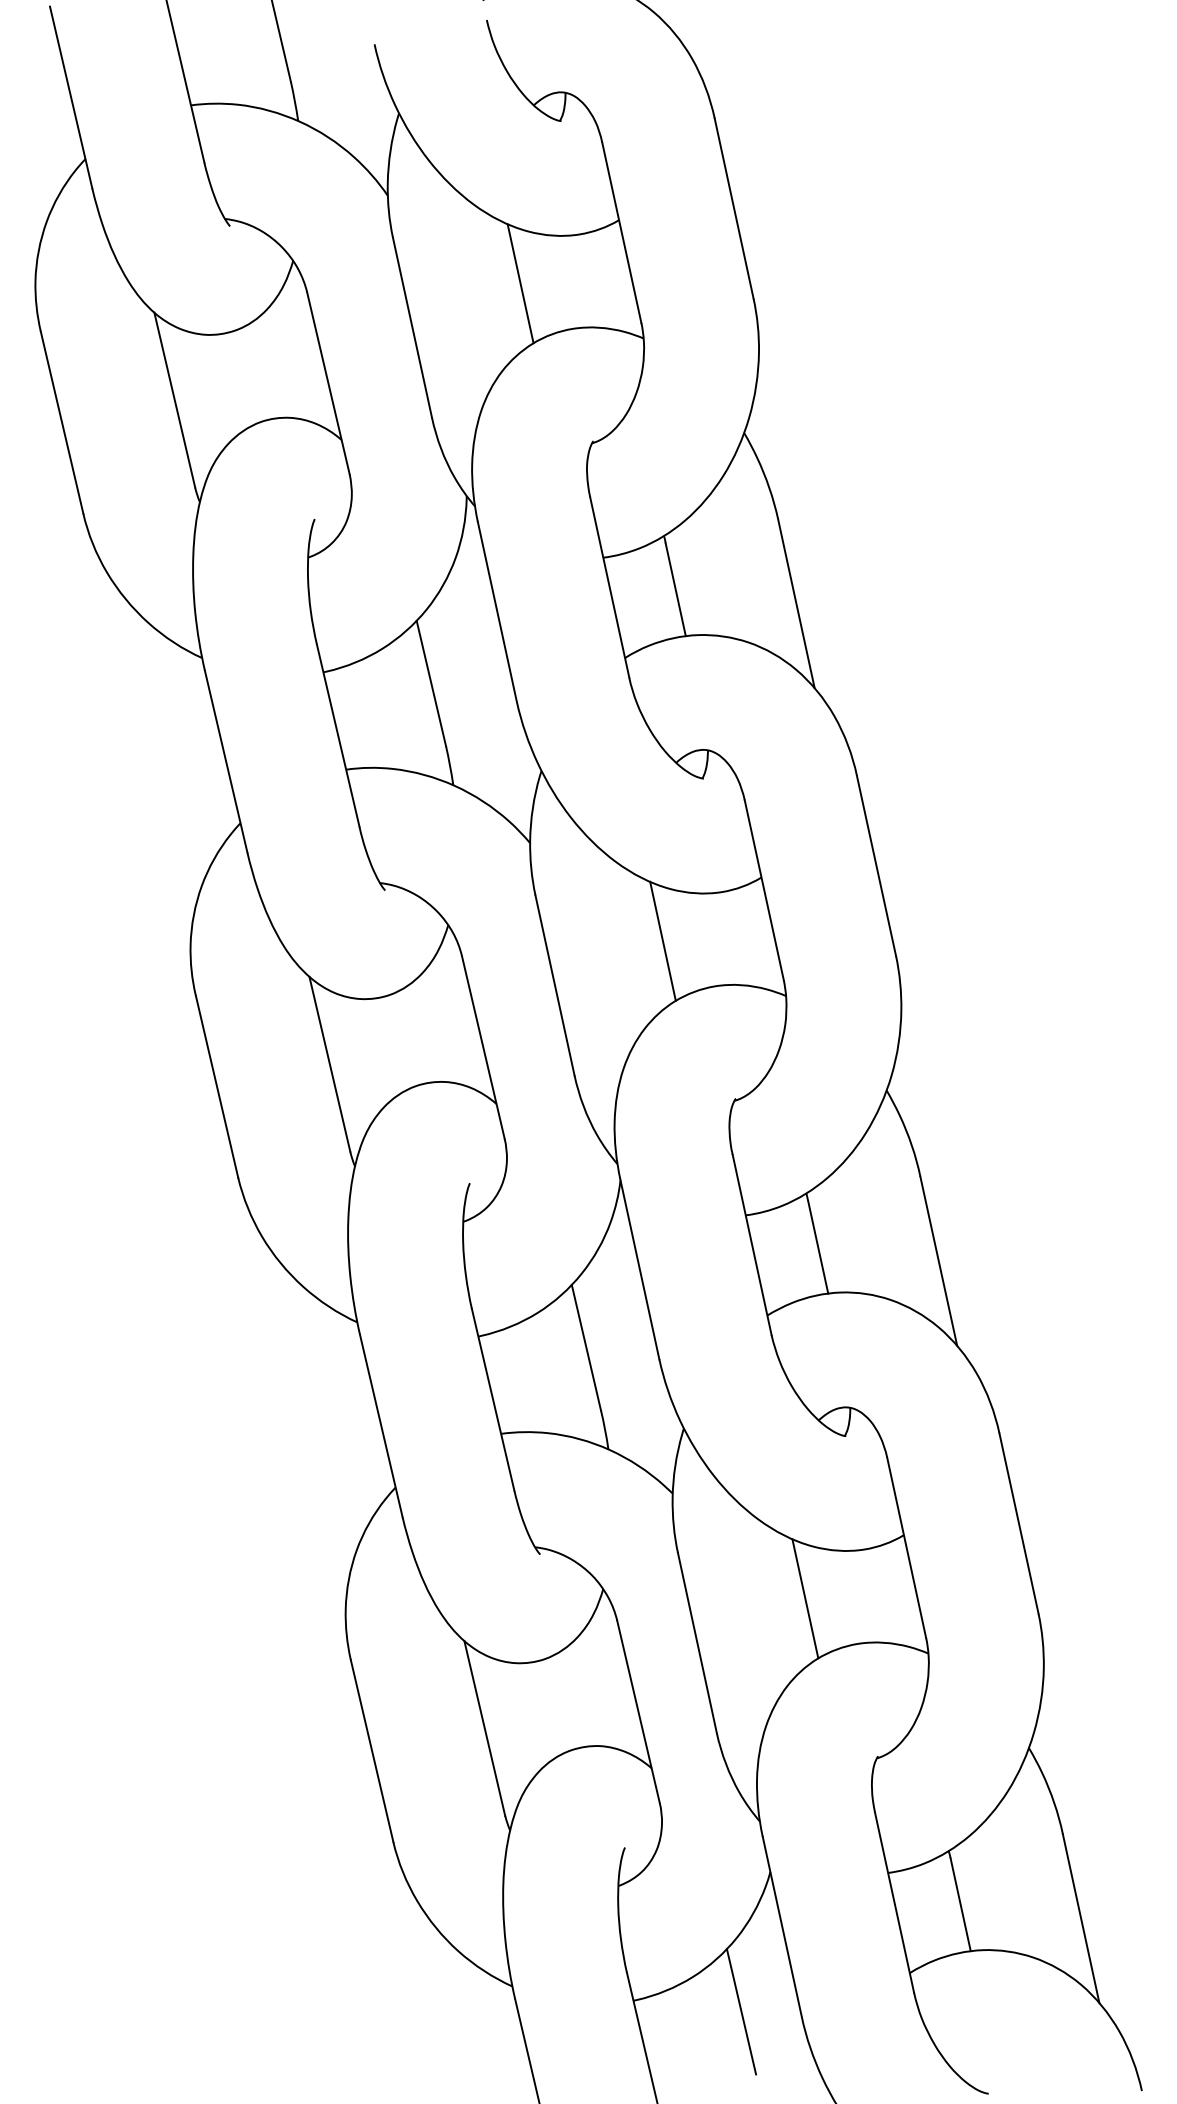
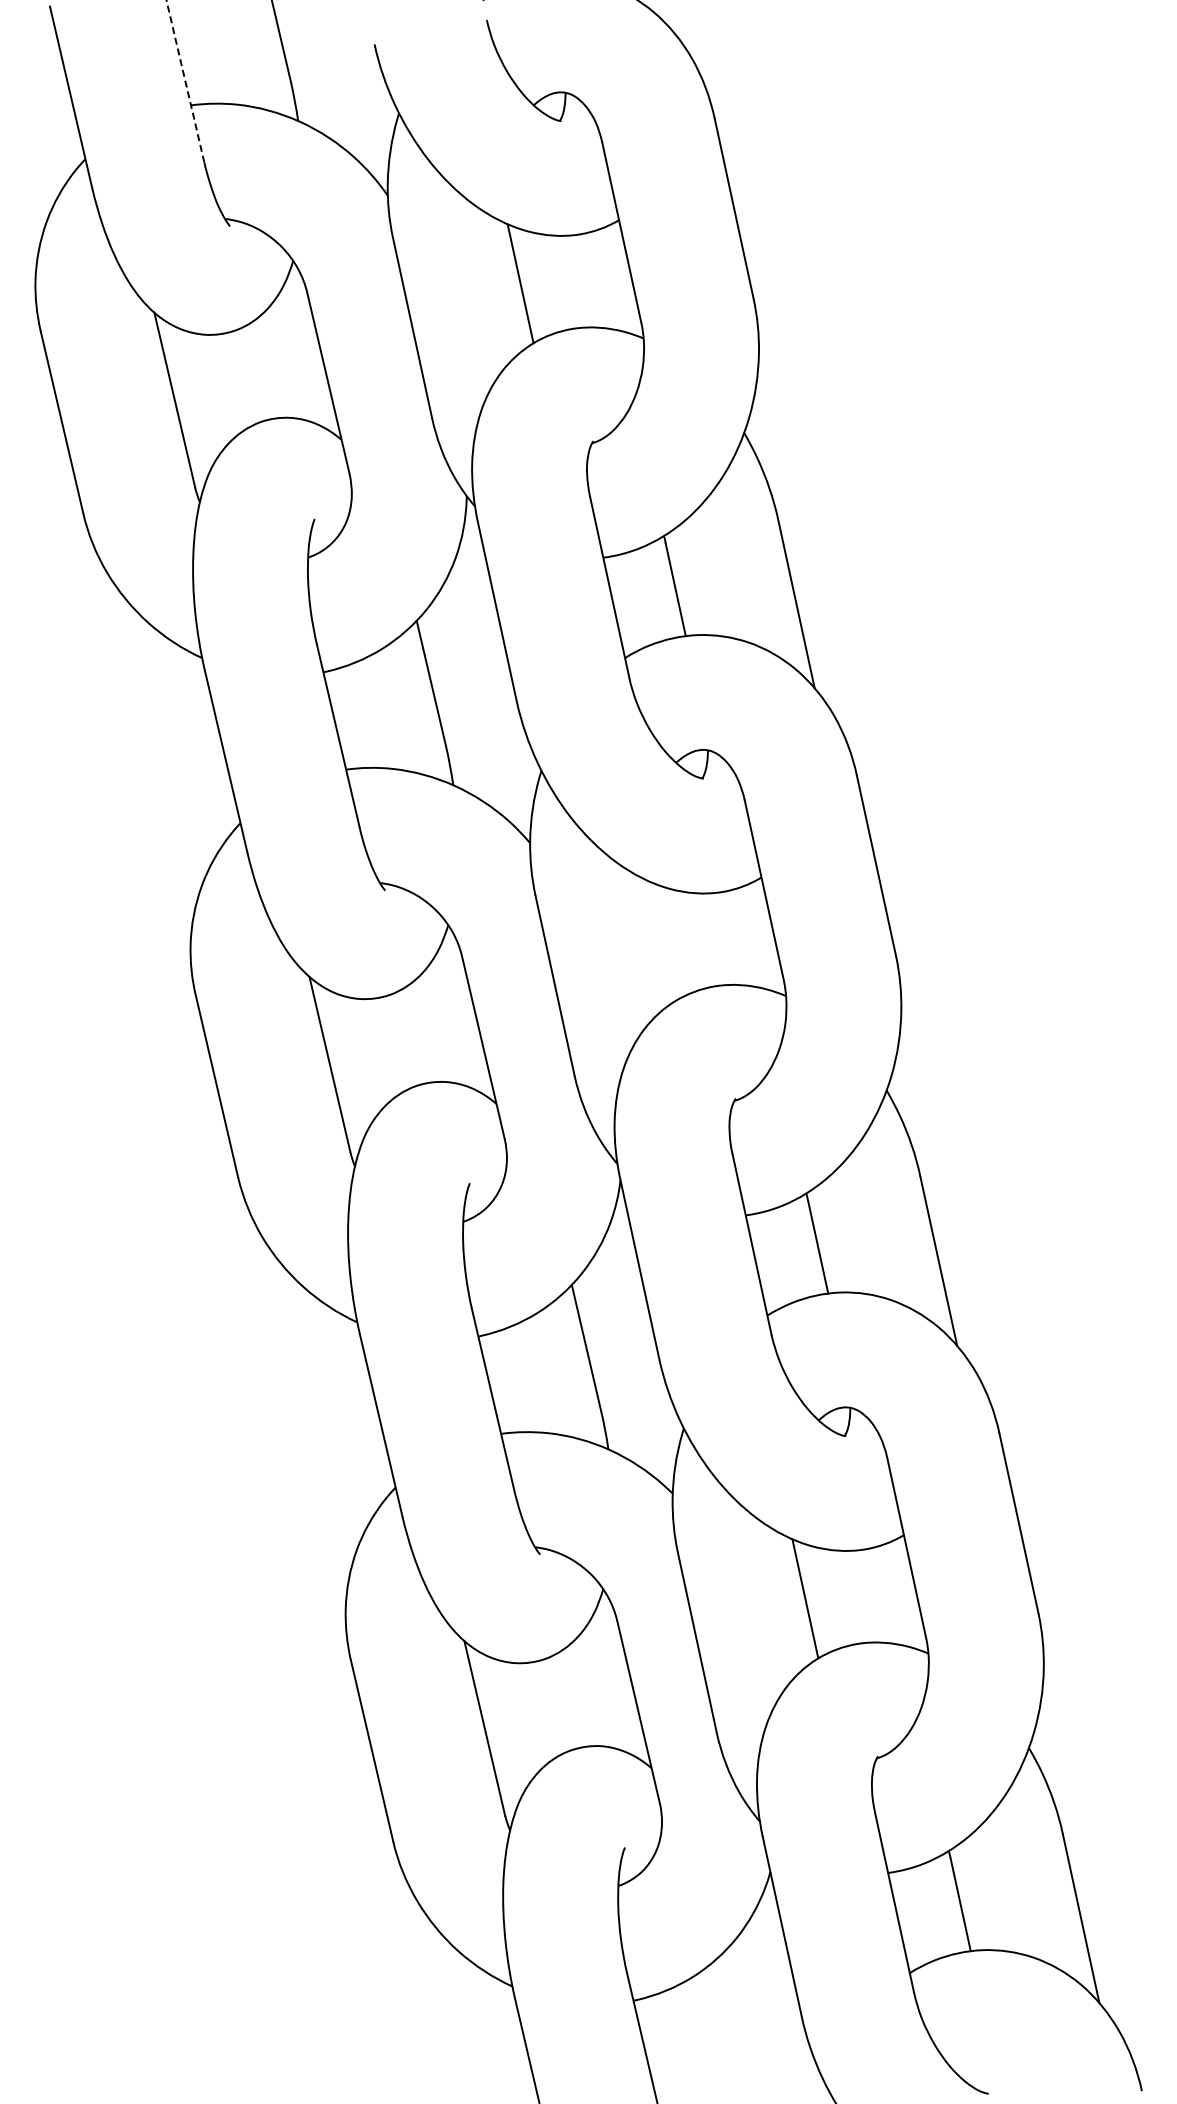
line at (185, 81): solid -> dashed
line at (662, 940): present -> none
line at (741, 2011): present -> none
